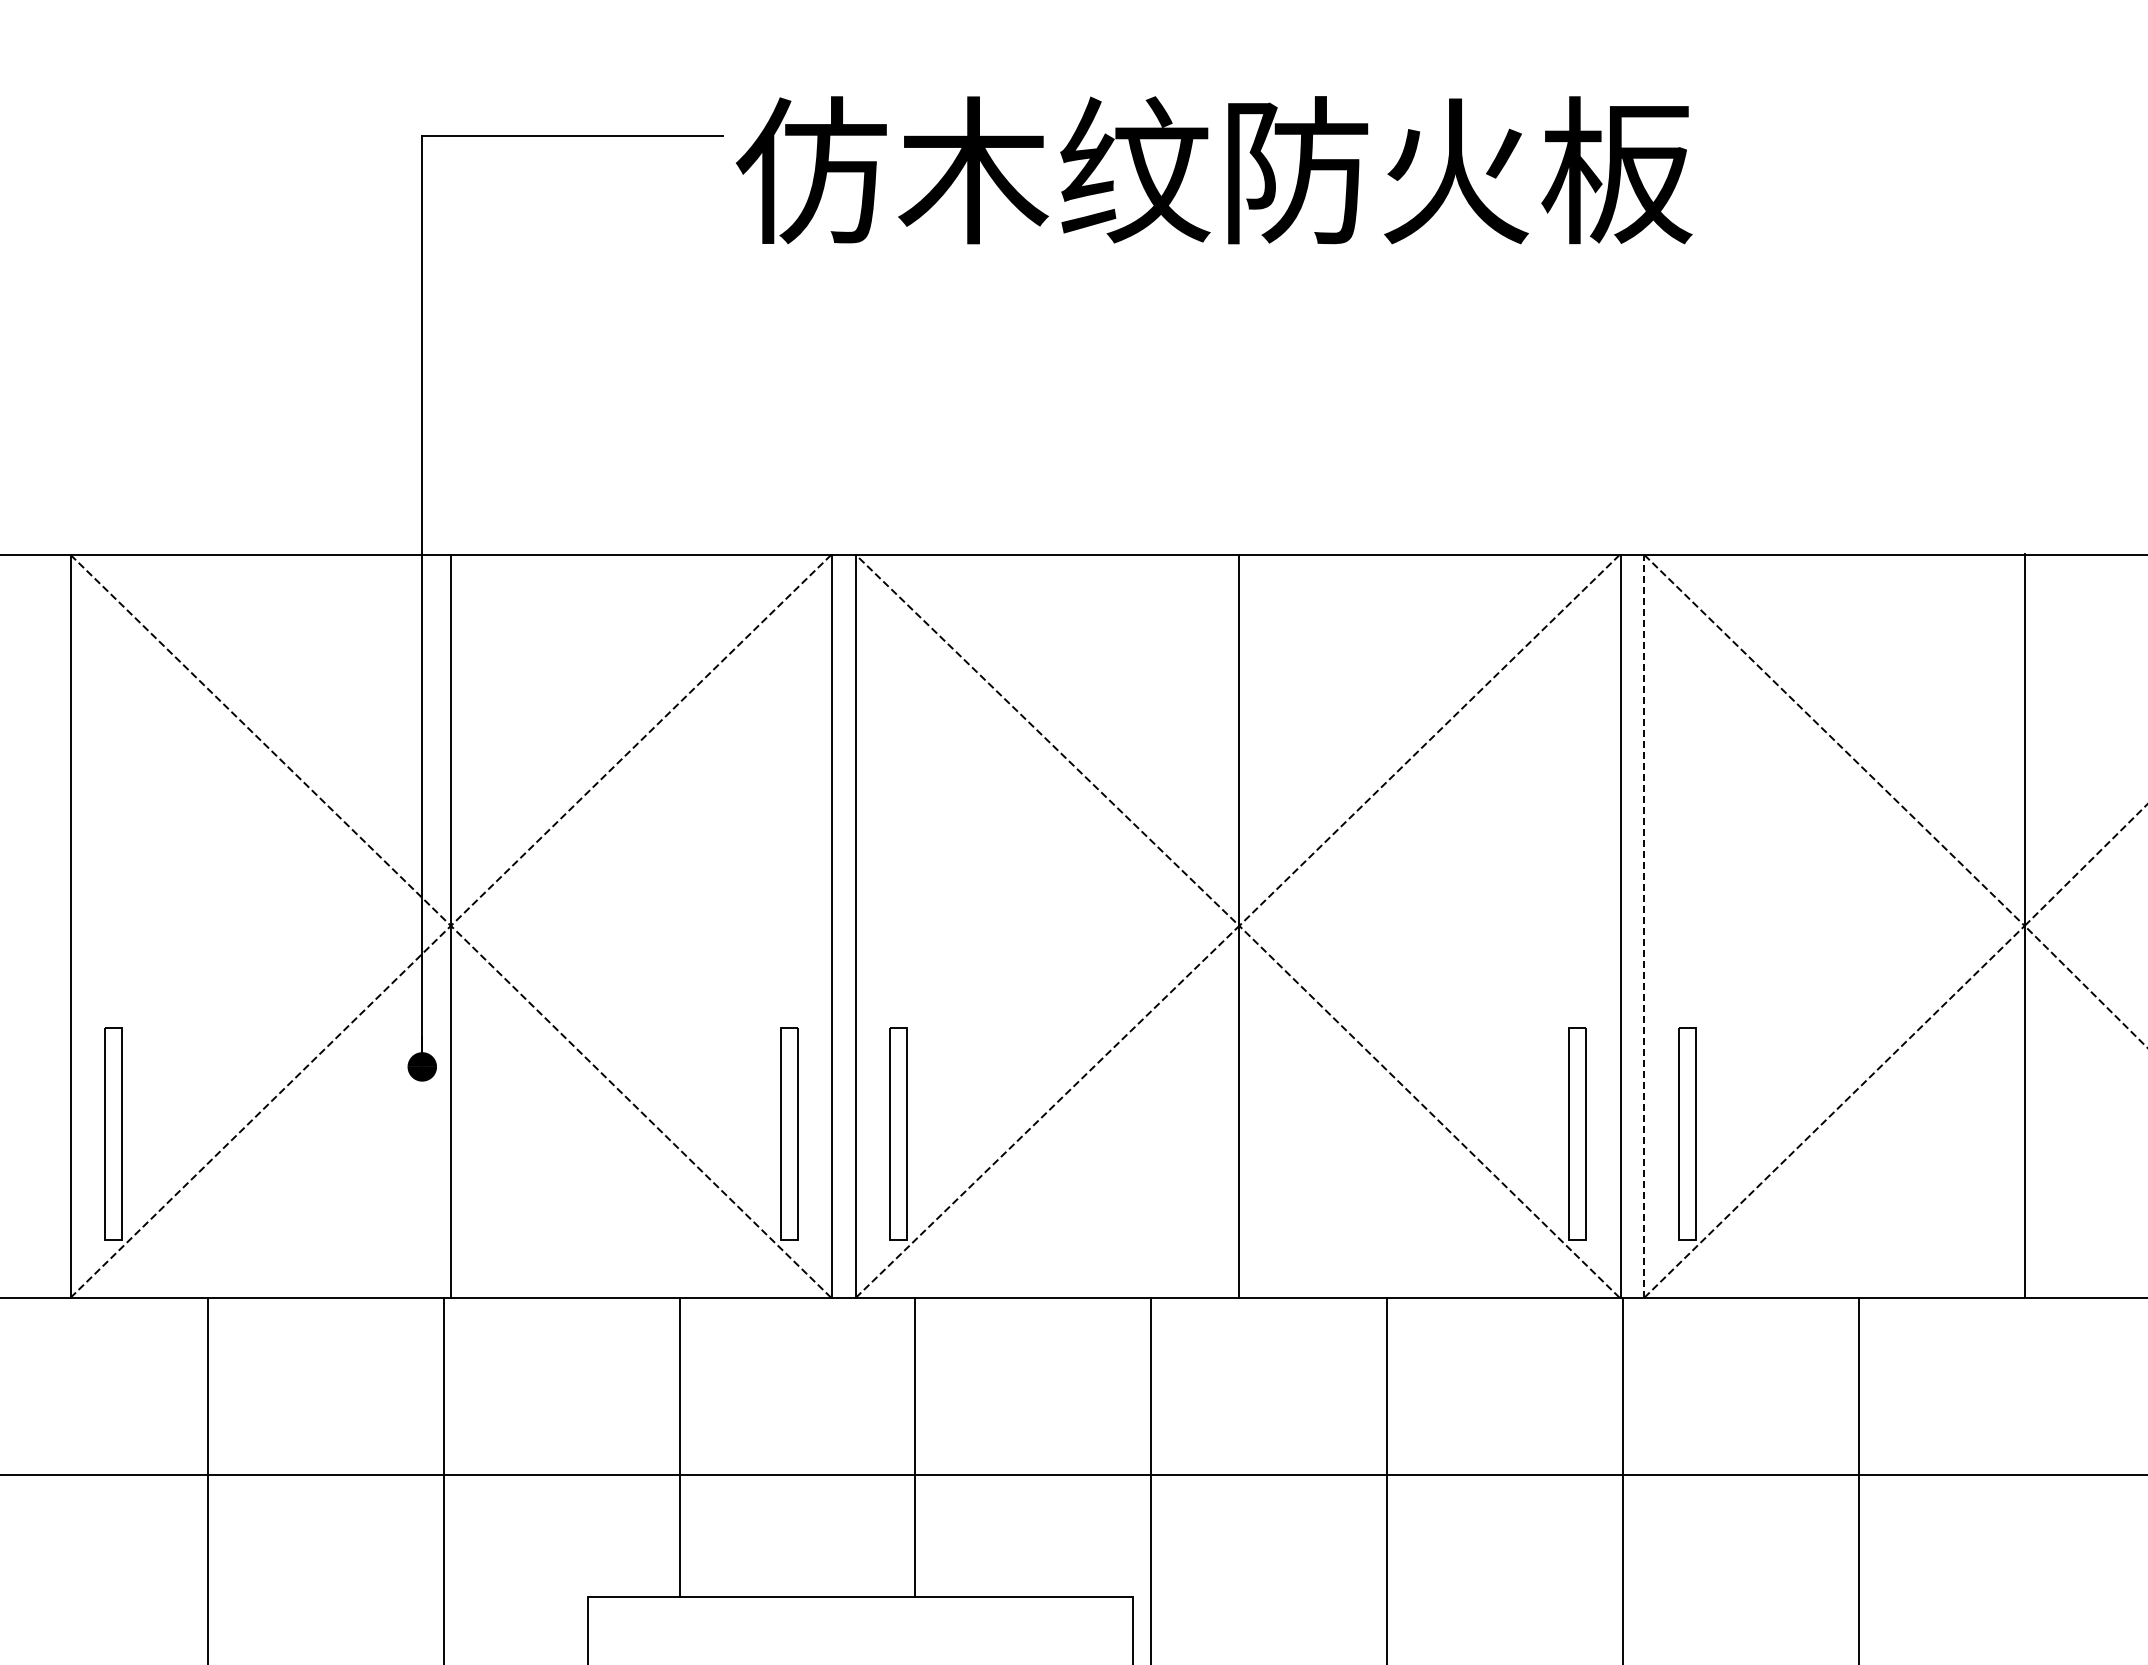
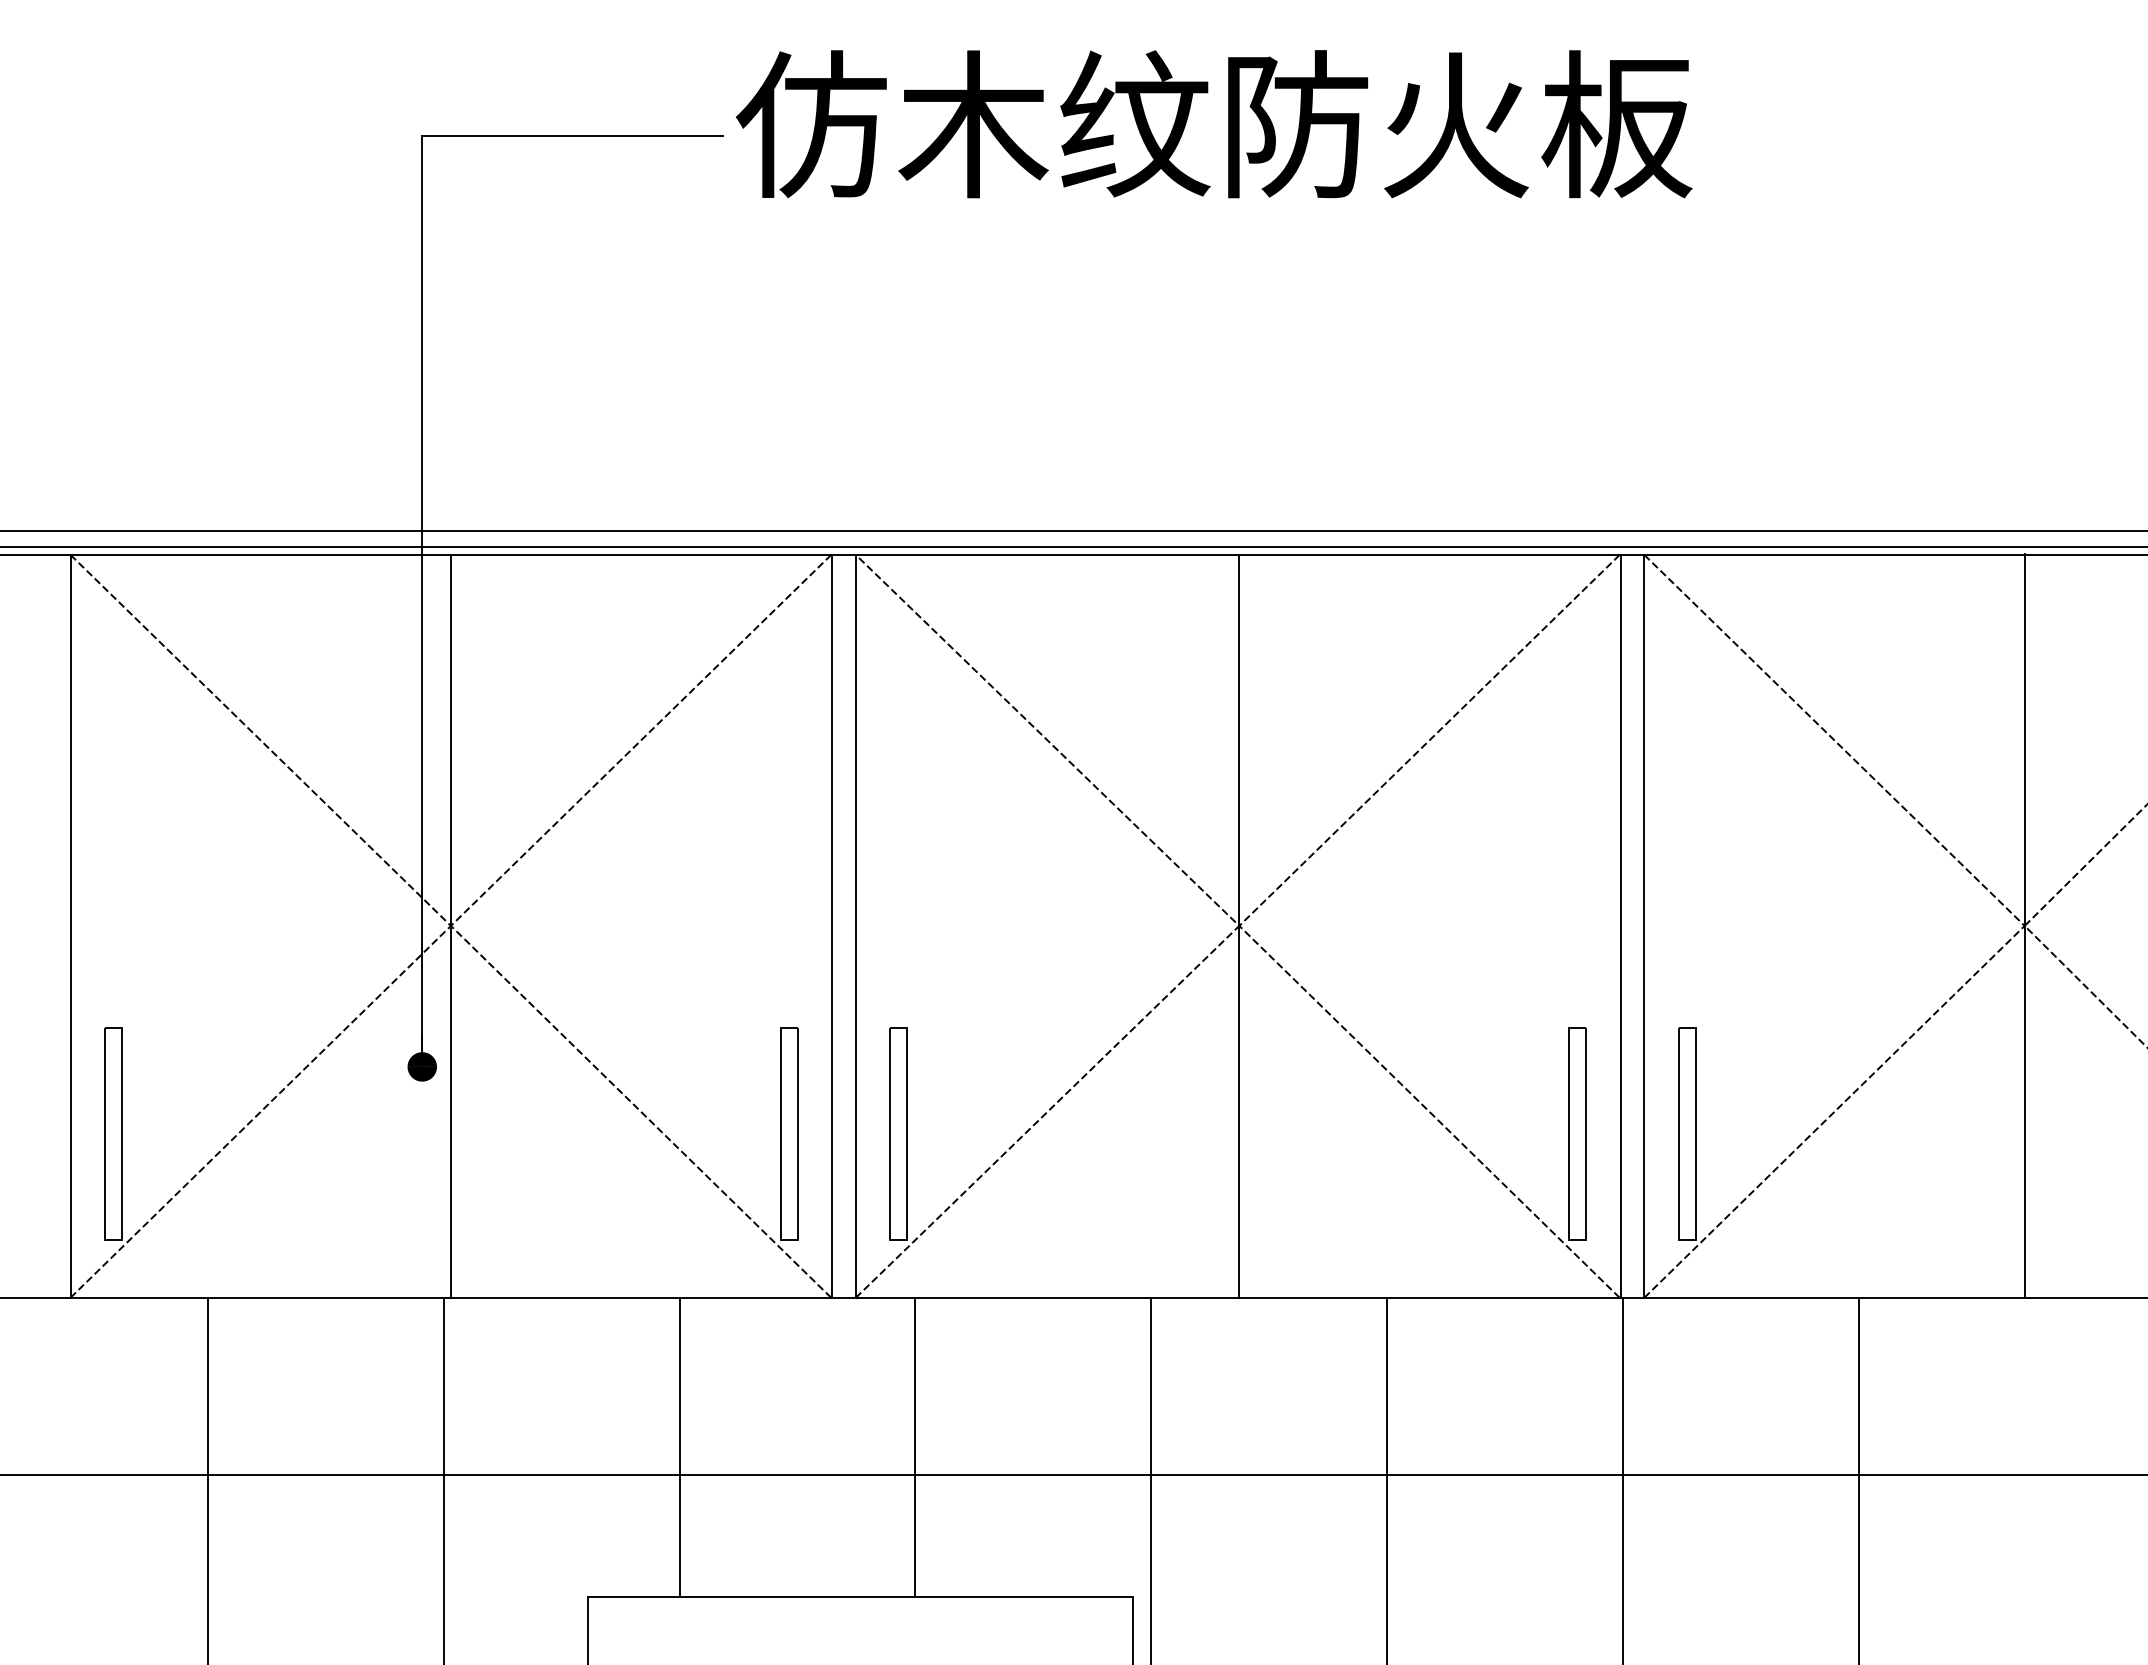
text at (1214, 170) position: (1214, 170) -> (1214, 124)
line at (1073, 531): none -> present
line at (1073, 546): none -> present
line at (1644, 925): dashed -> solid
